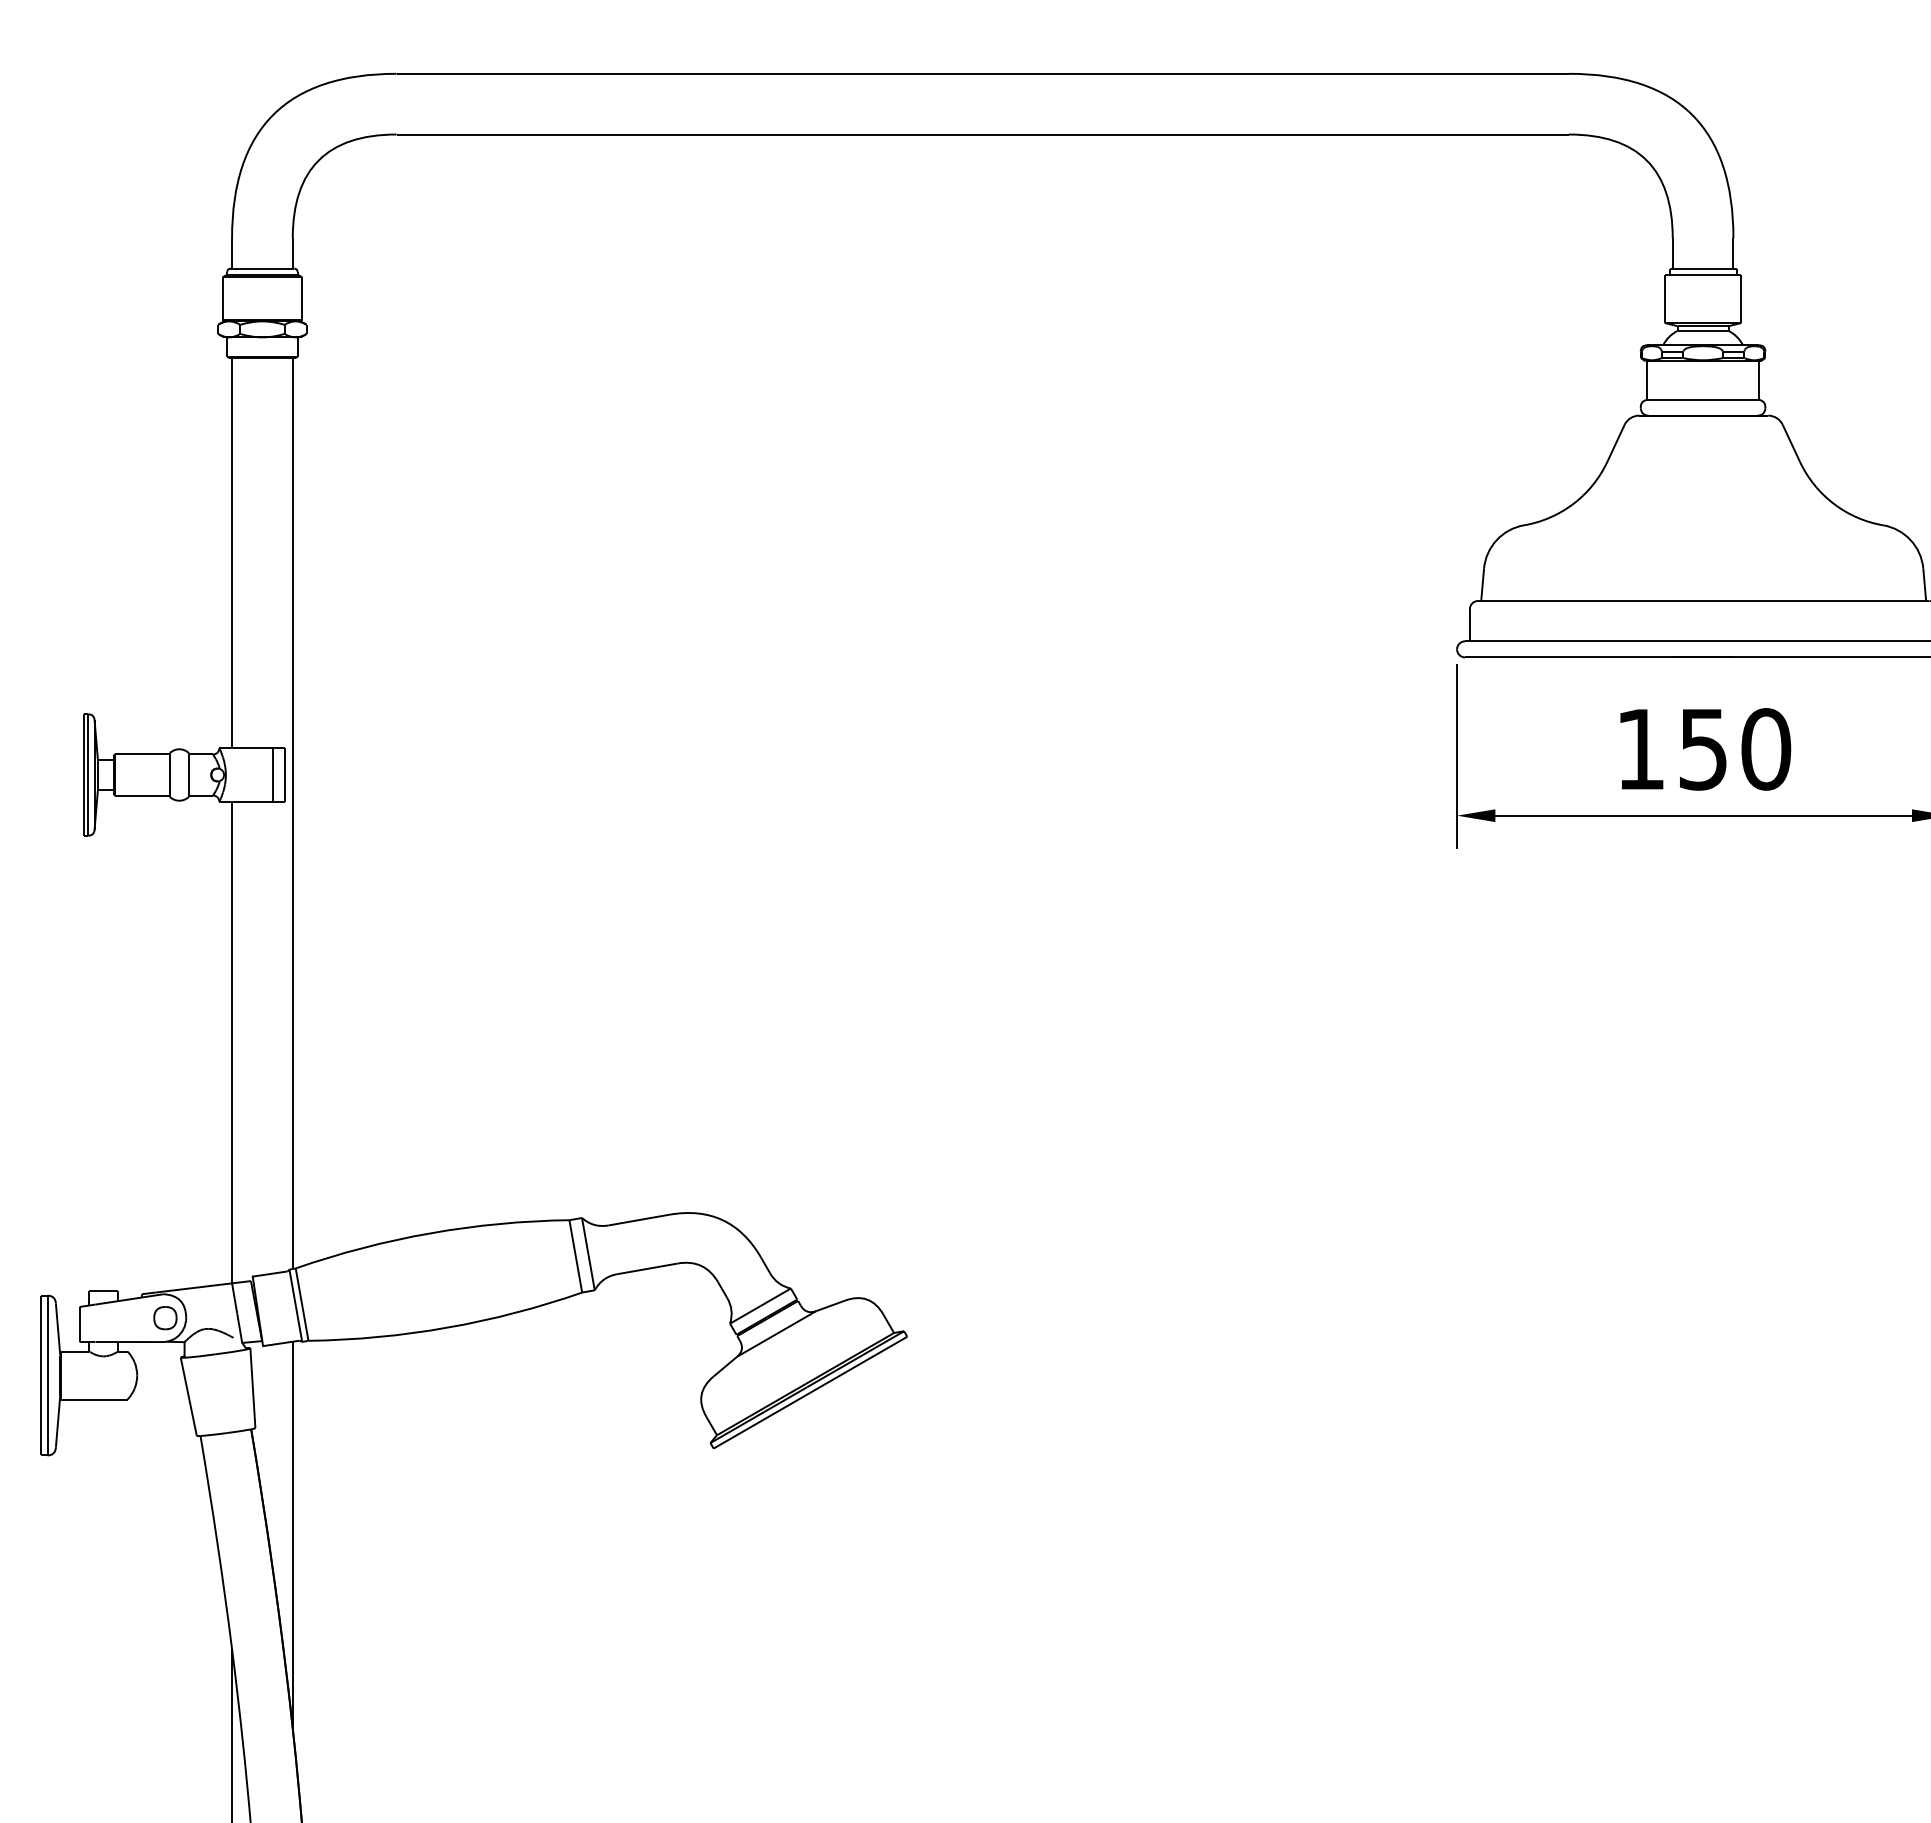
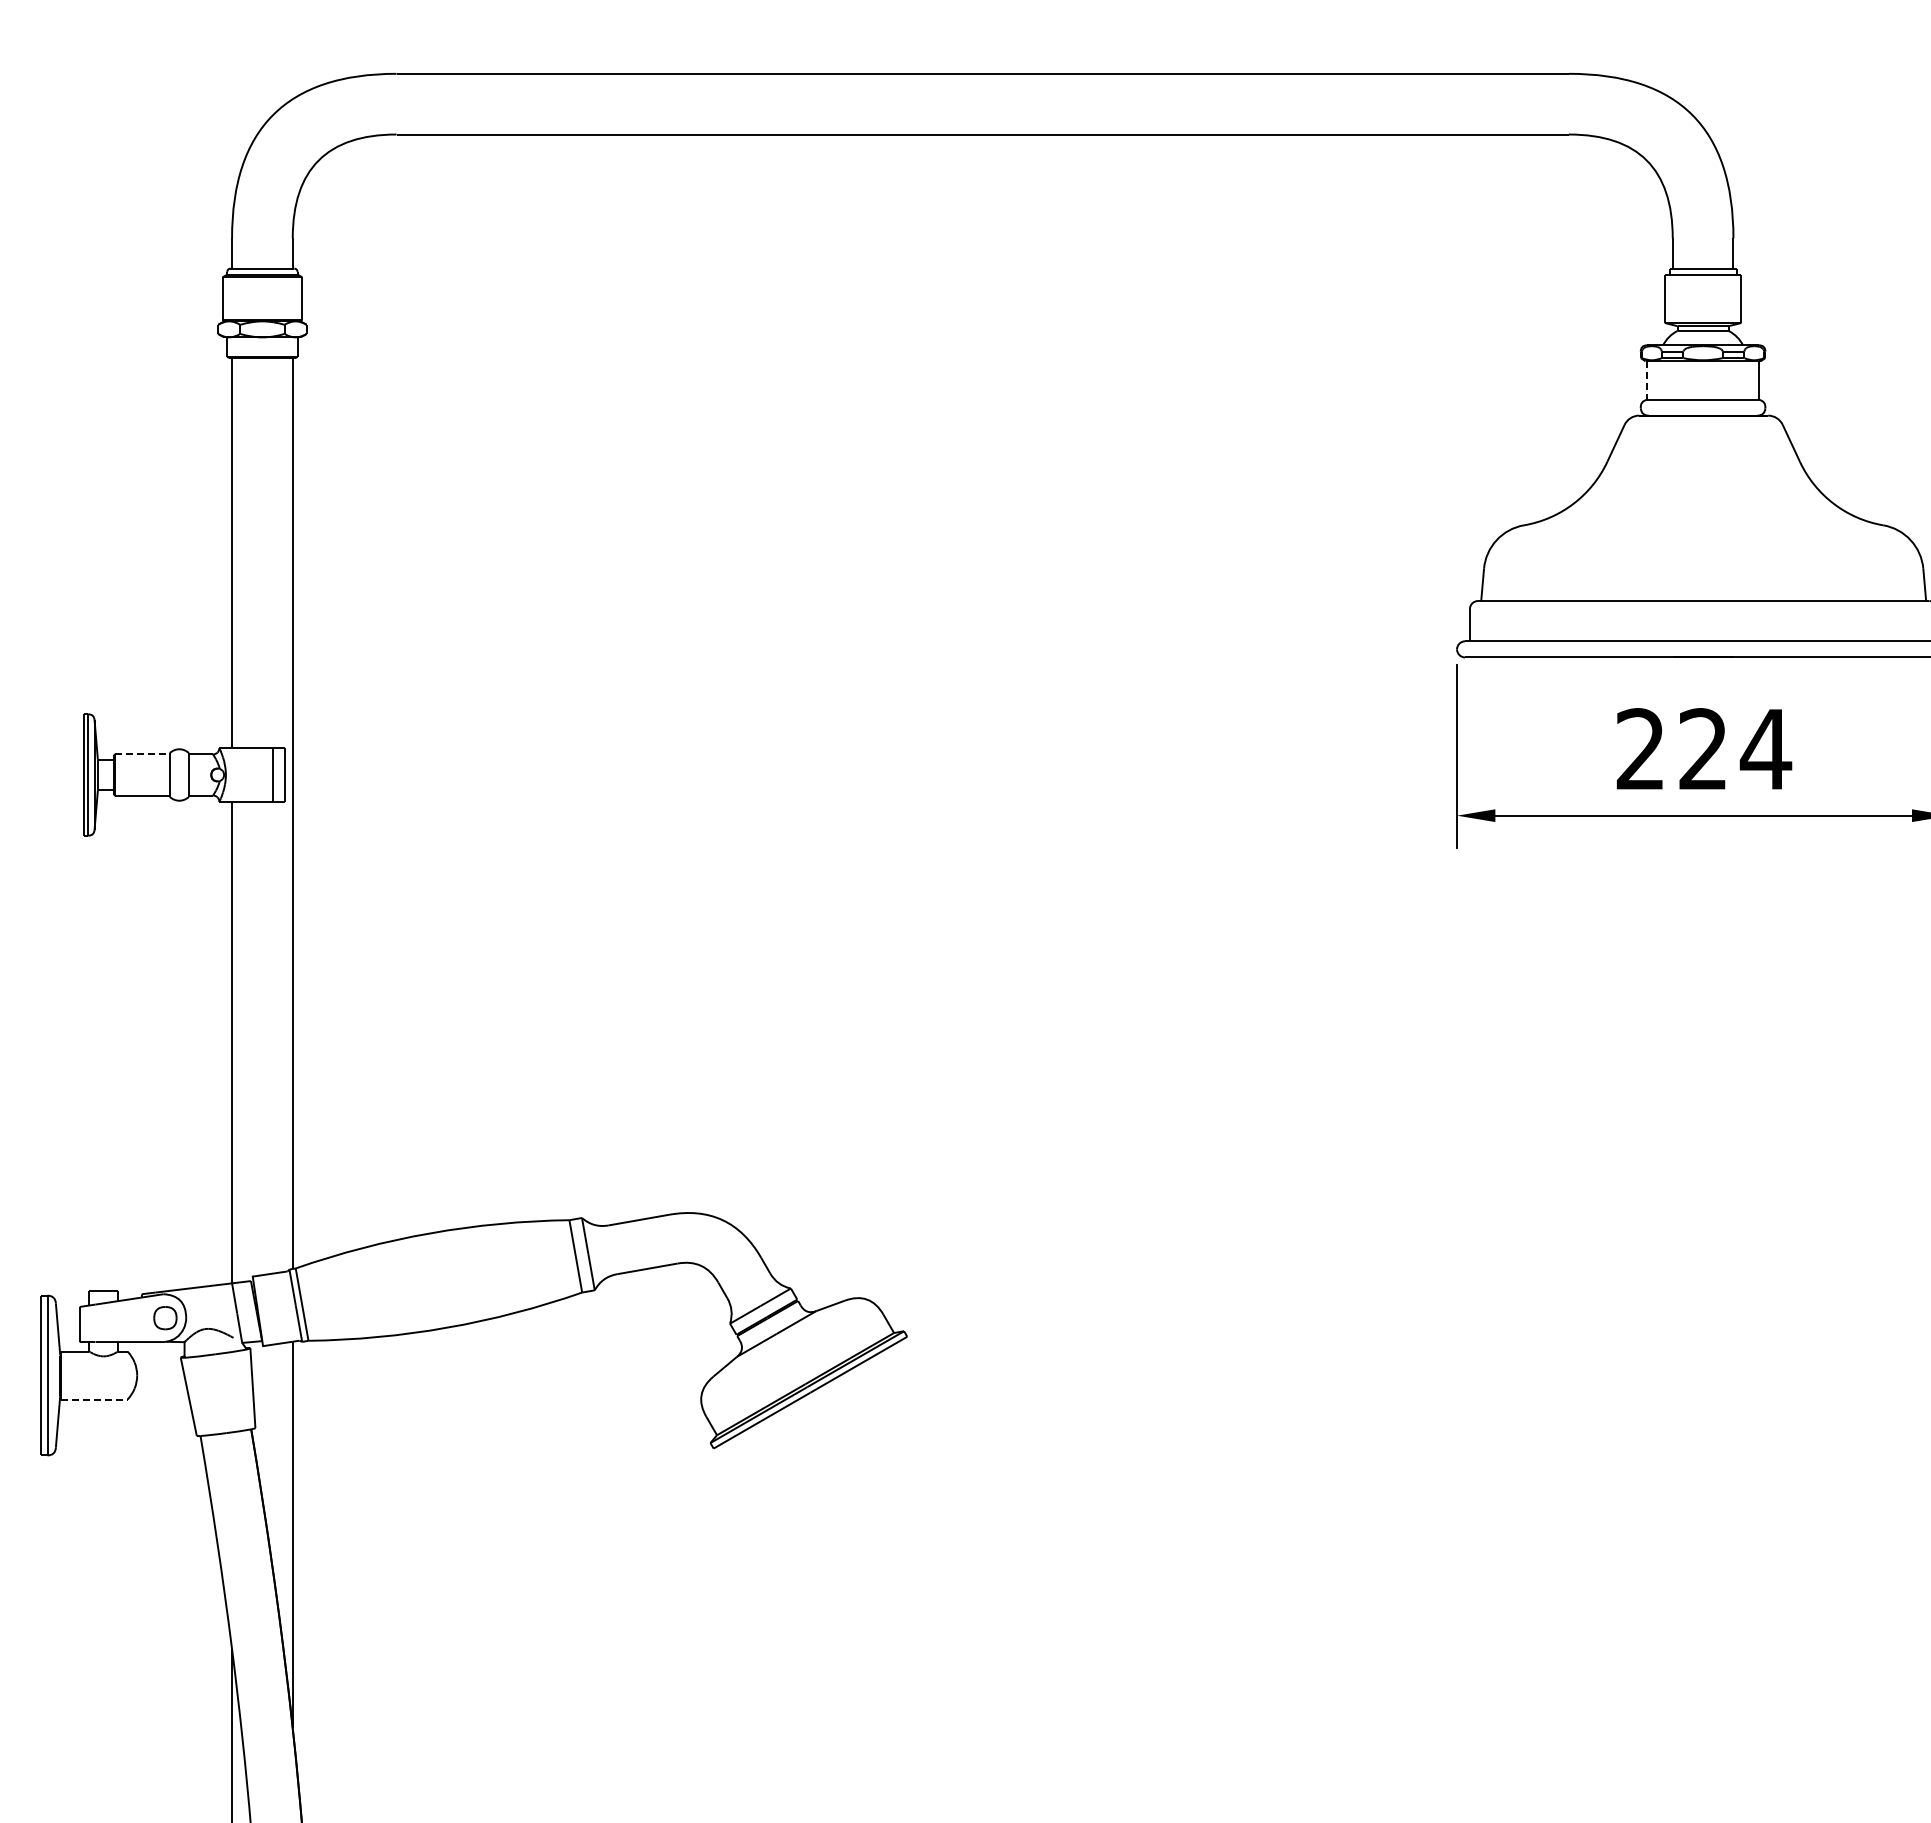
line at (1647, 381): solid -> dashed
text at (1704, 749): 150 -> 224
line at (143, 754): solid -> dashed
line at (94, 1399): solid -> dashed
